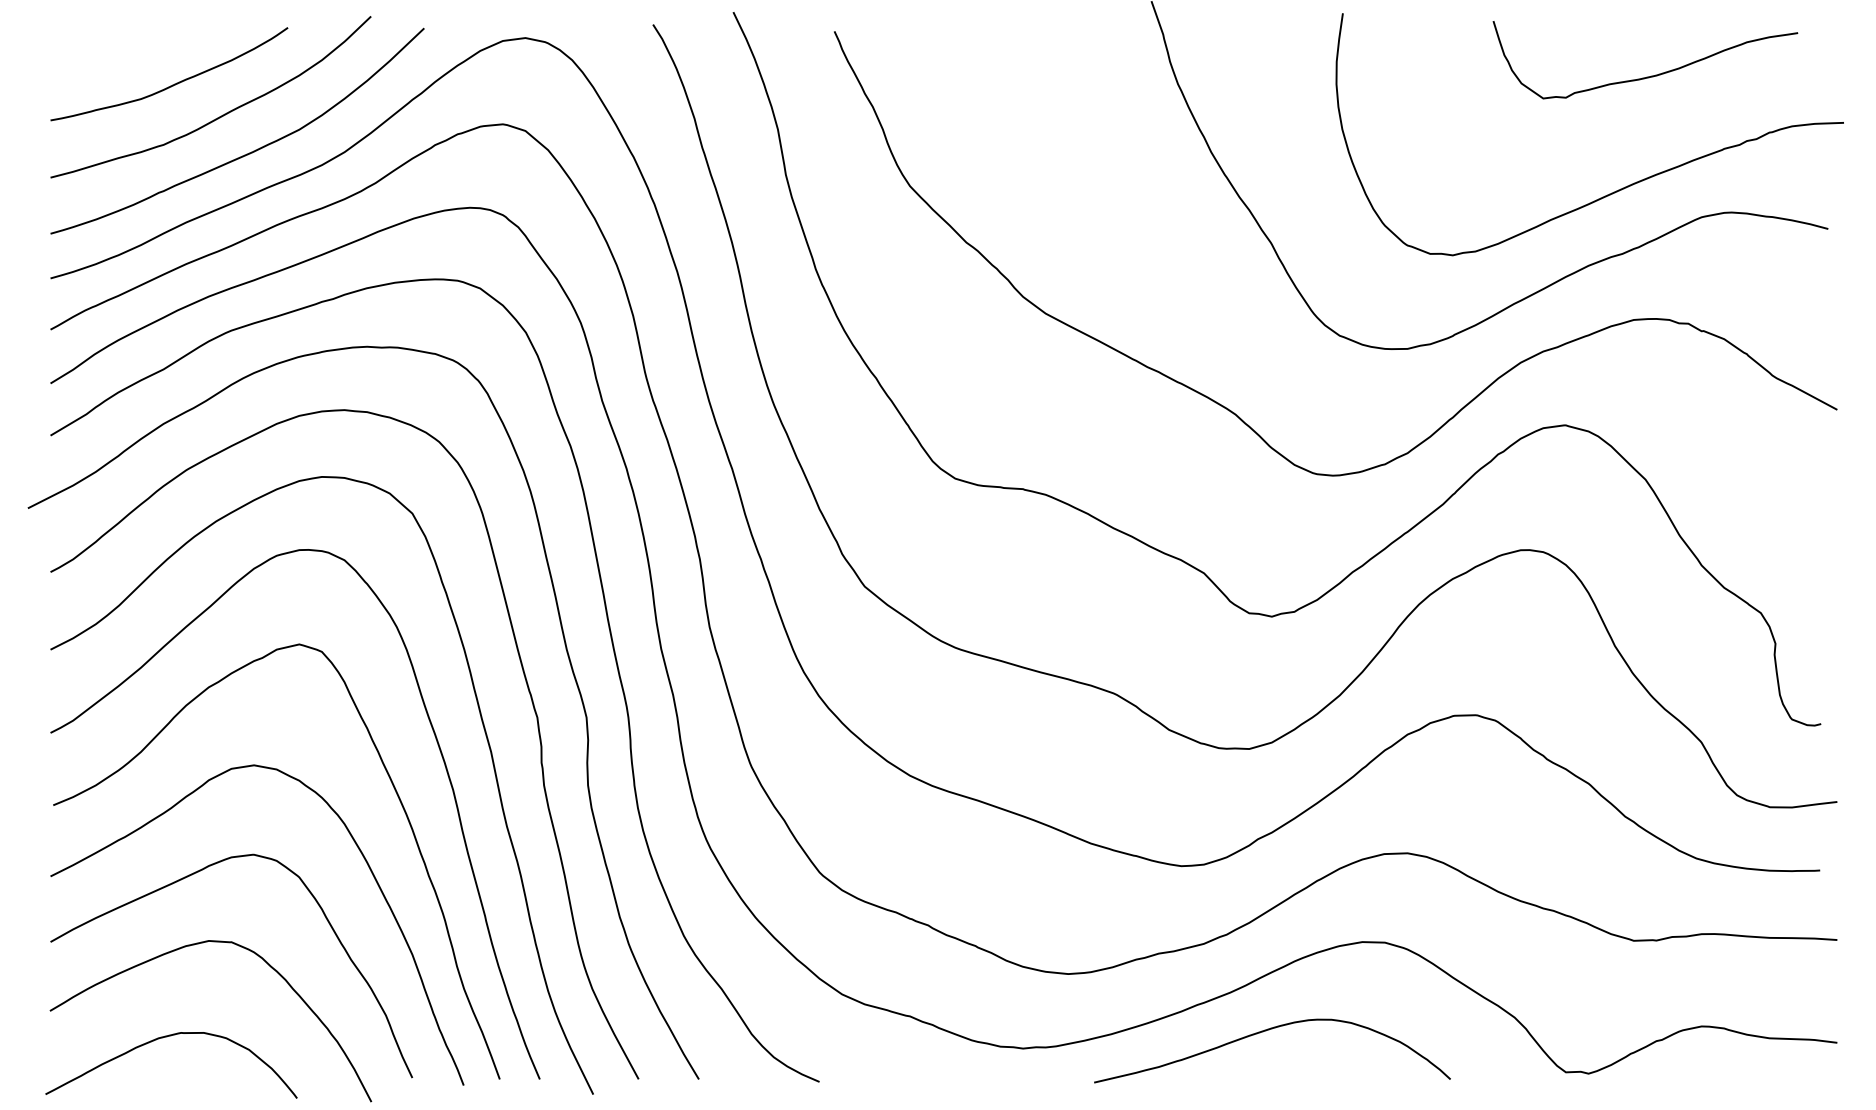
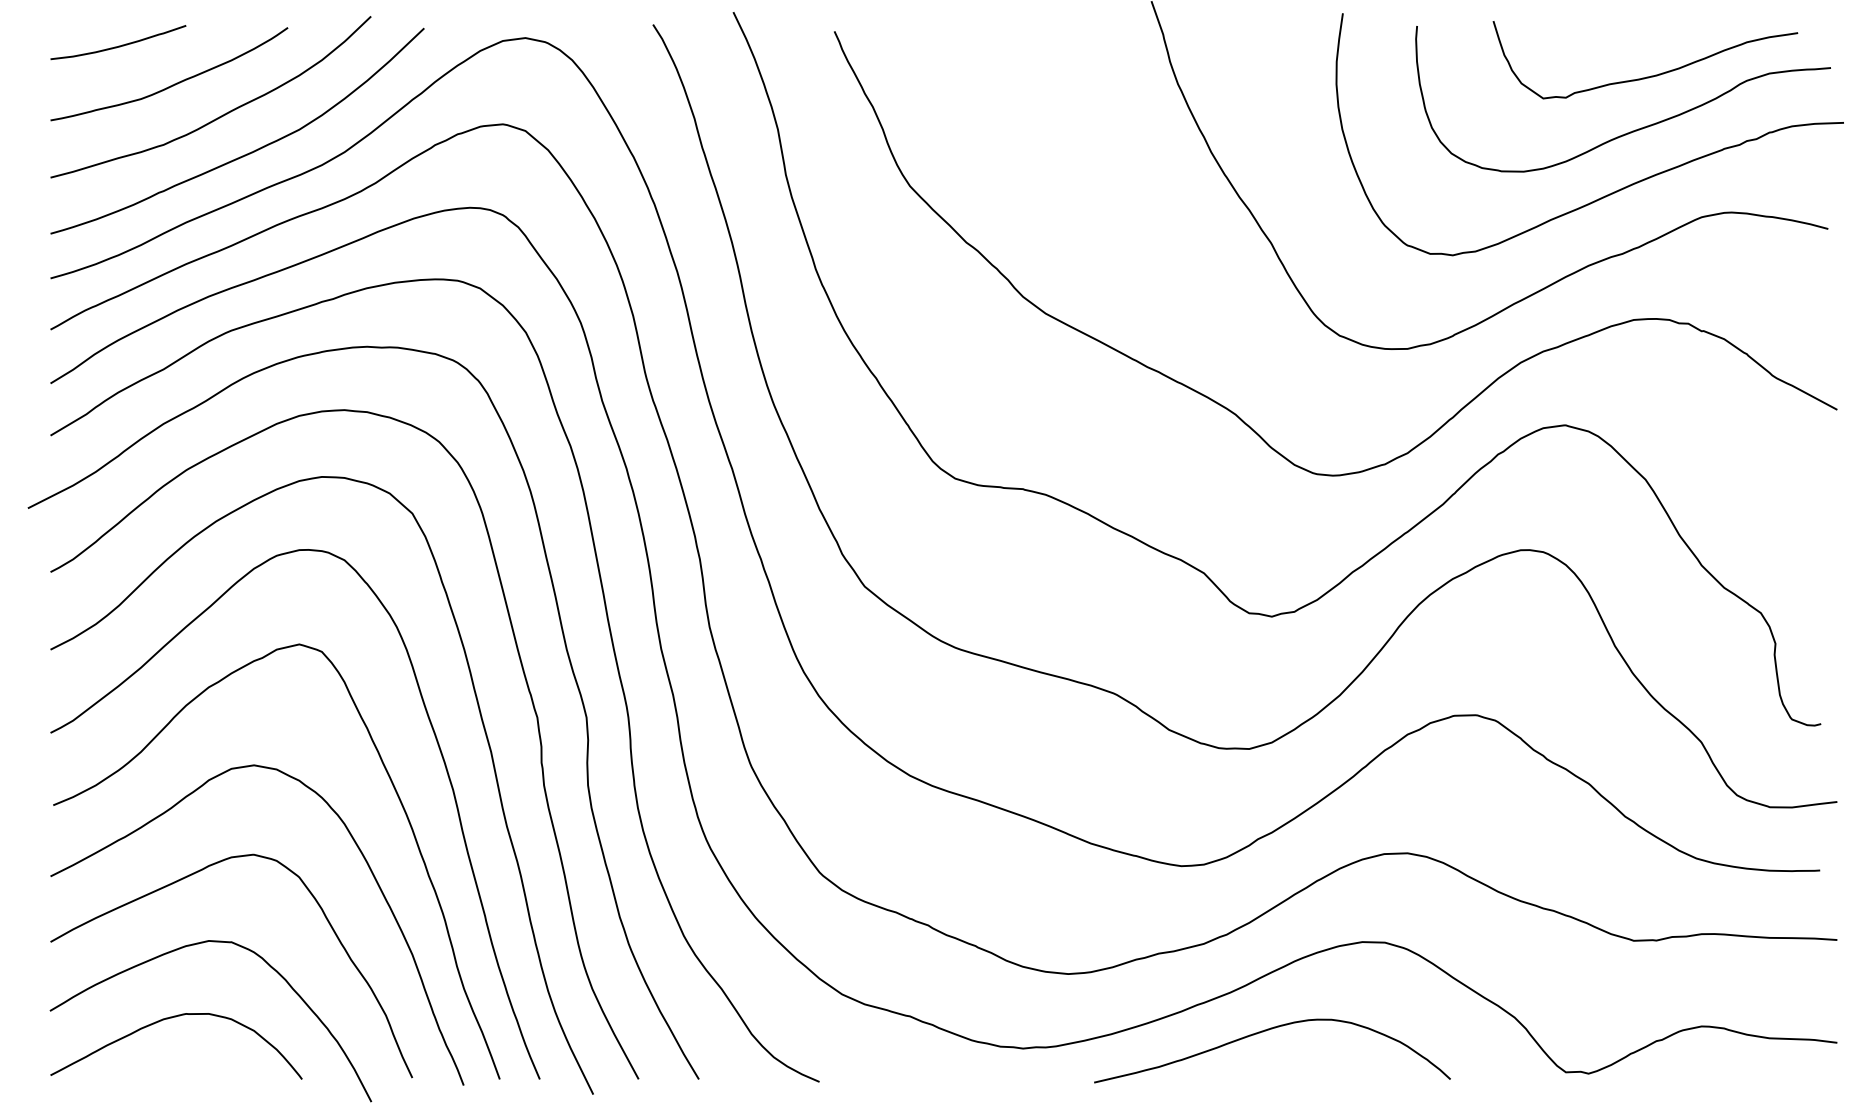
curve at (118, 45): none -> present
curve at (1632, 130): none -> present
curve at (167, 1037) position: (167, 1037) -> (172, 1018)
